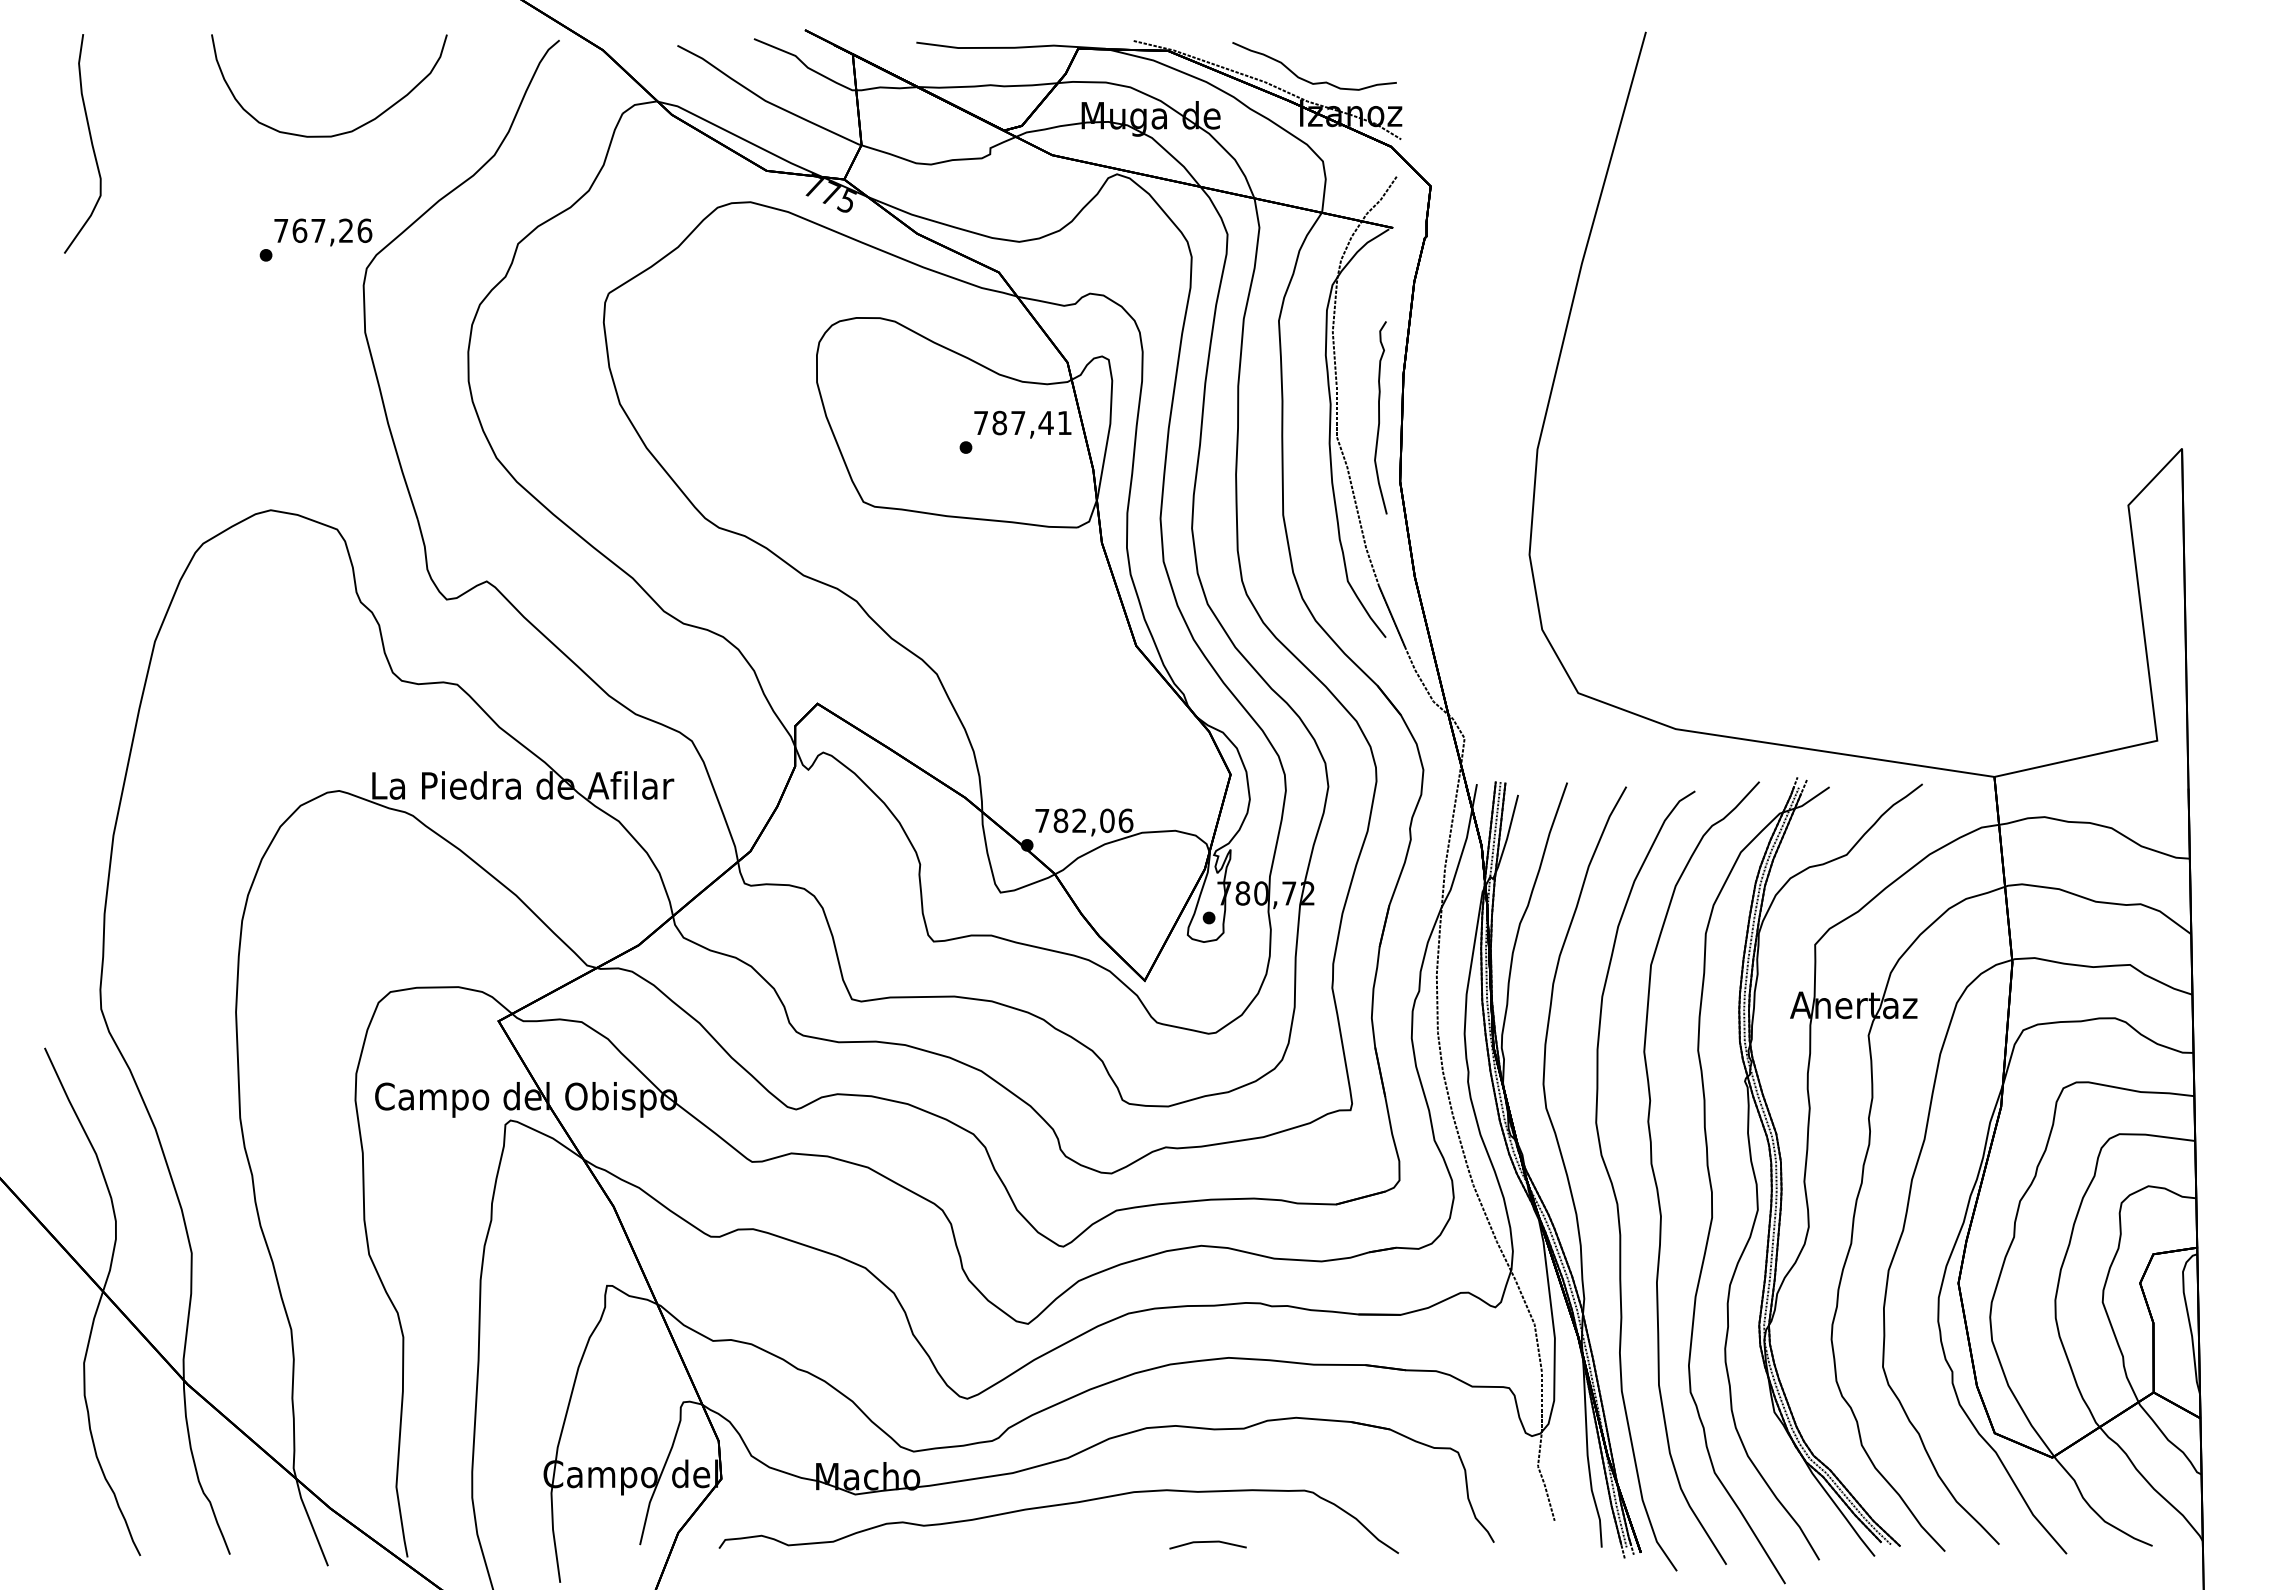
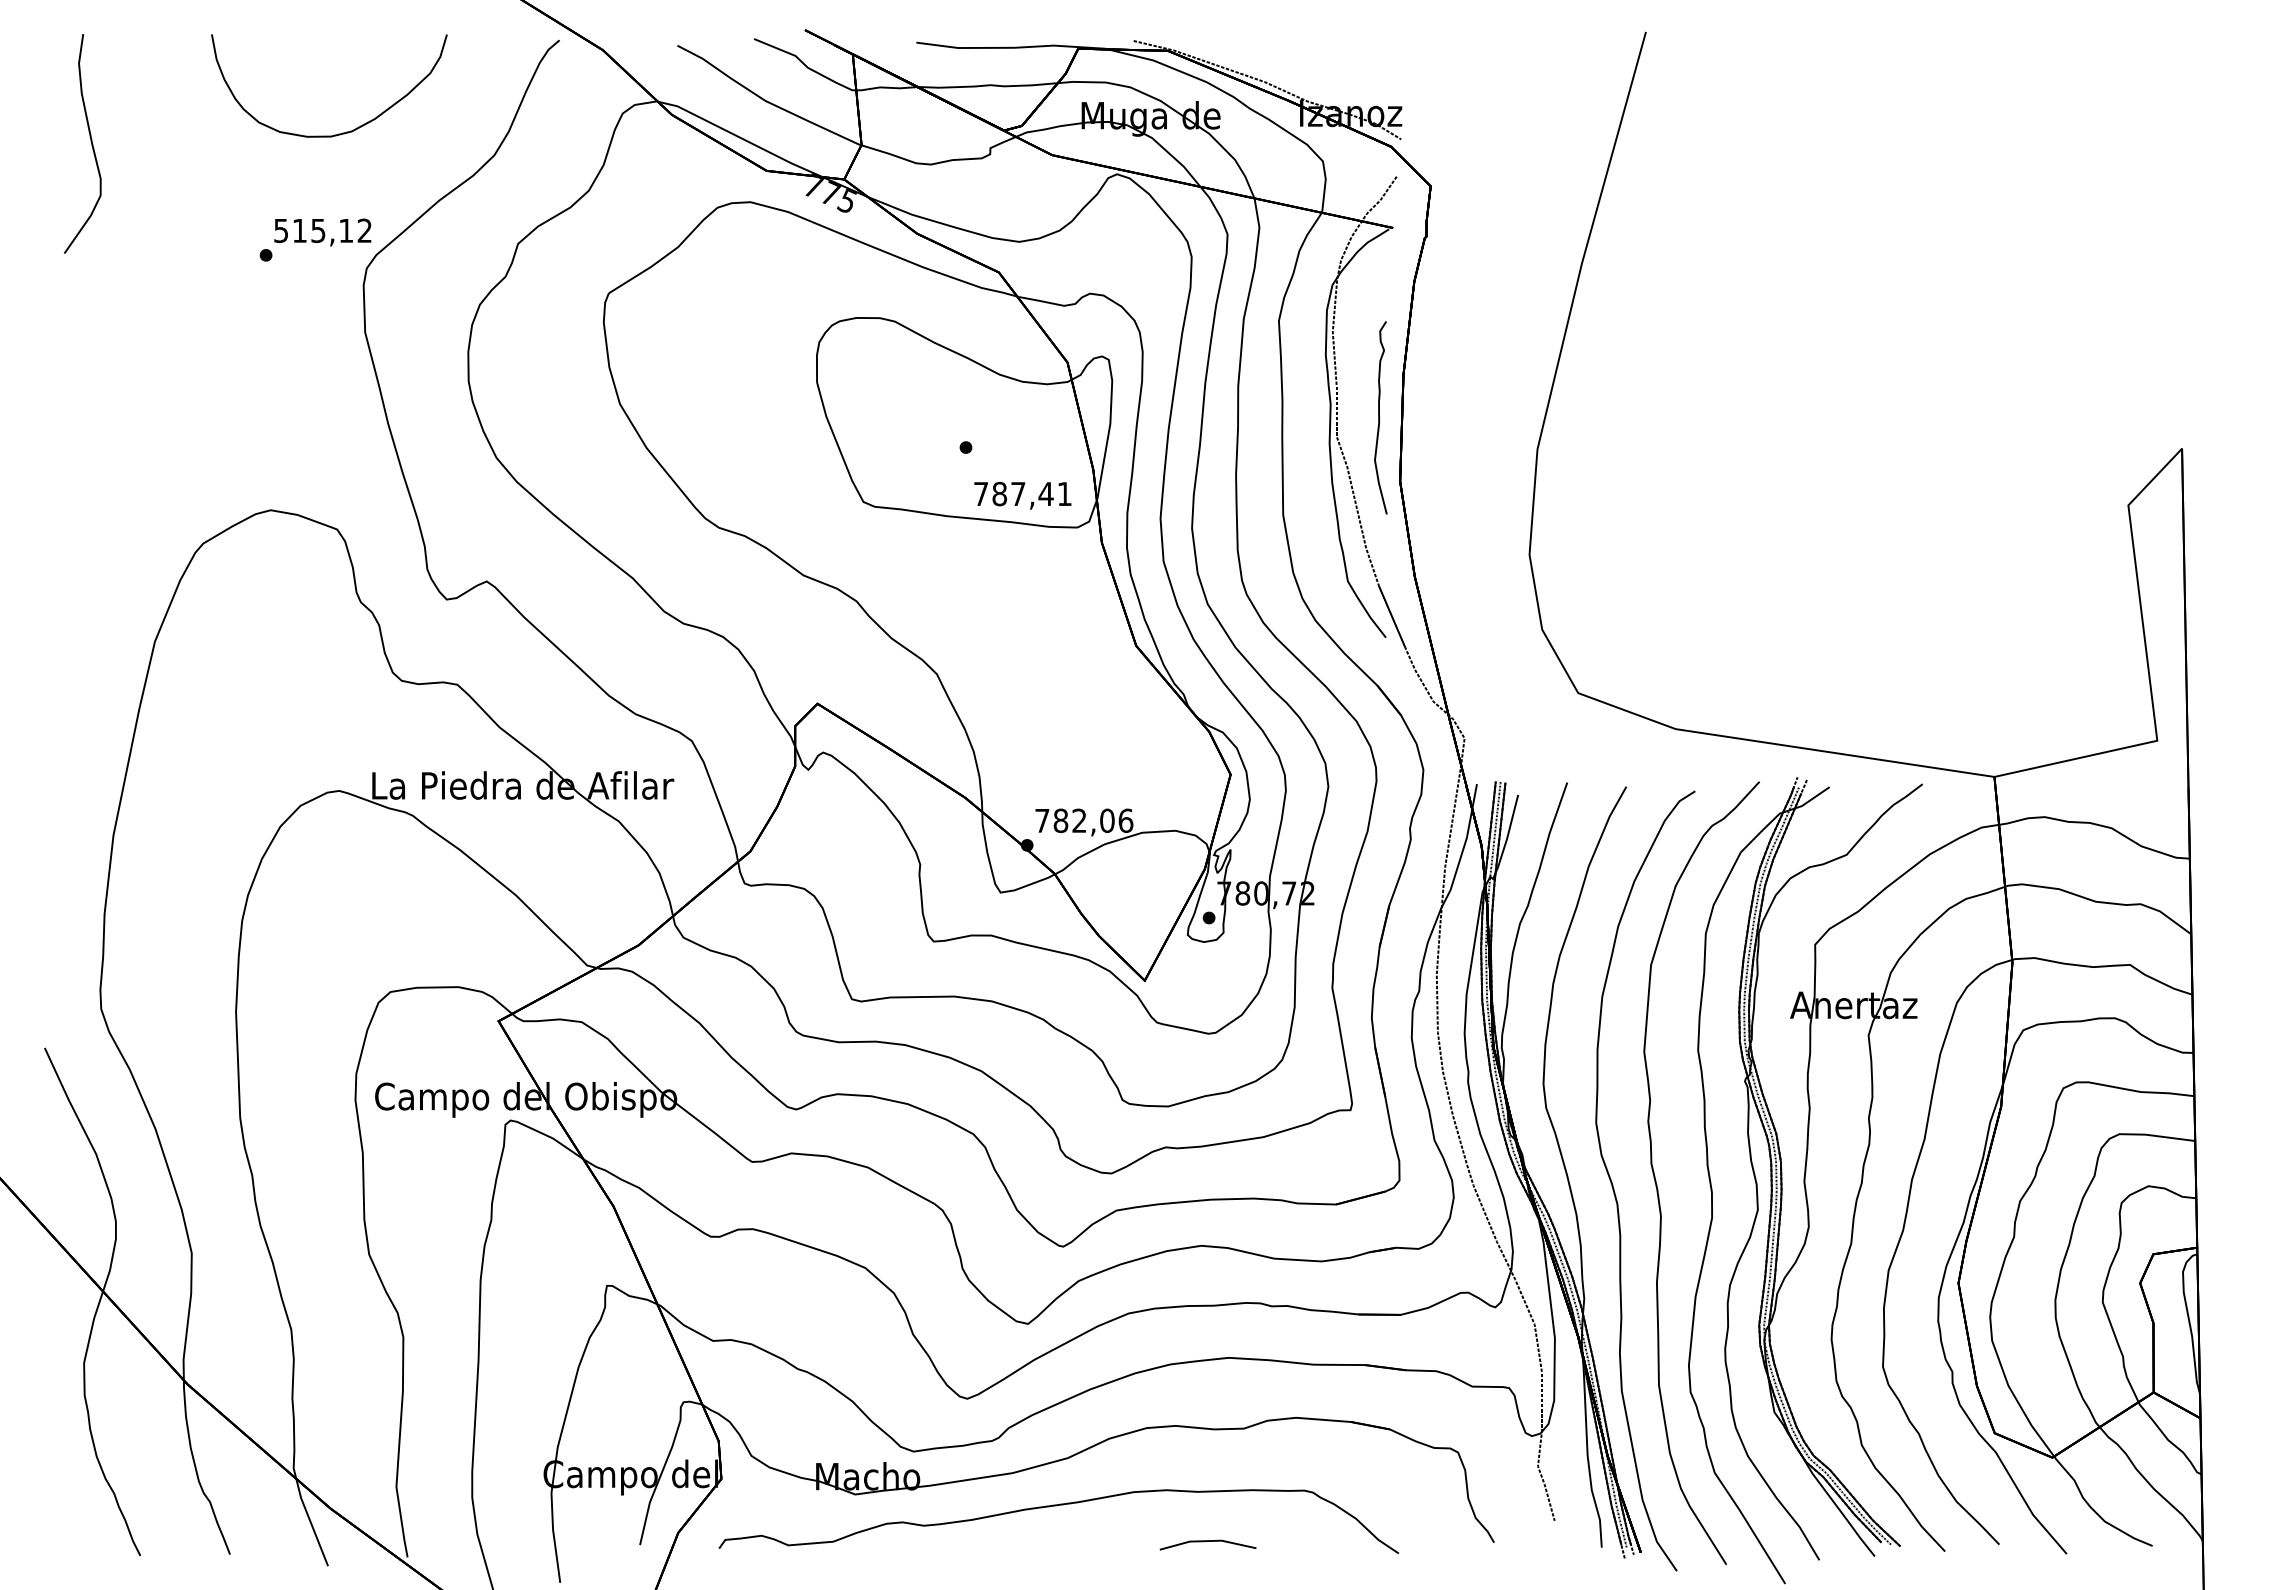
curve at (1308, 80): present -> none
text at (323, 230): 767,26 -> 515,12
text at (1022, 424) position: (1022, 424) -> (1022, 495)
part at (1207, 1544) size: 78x10 px -> 98x12 px
